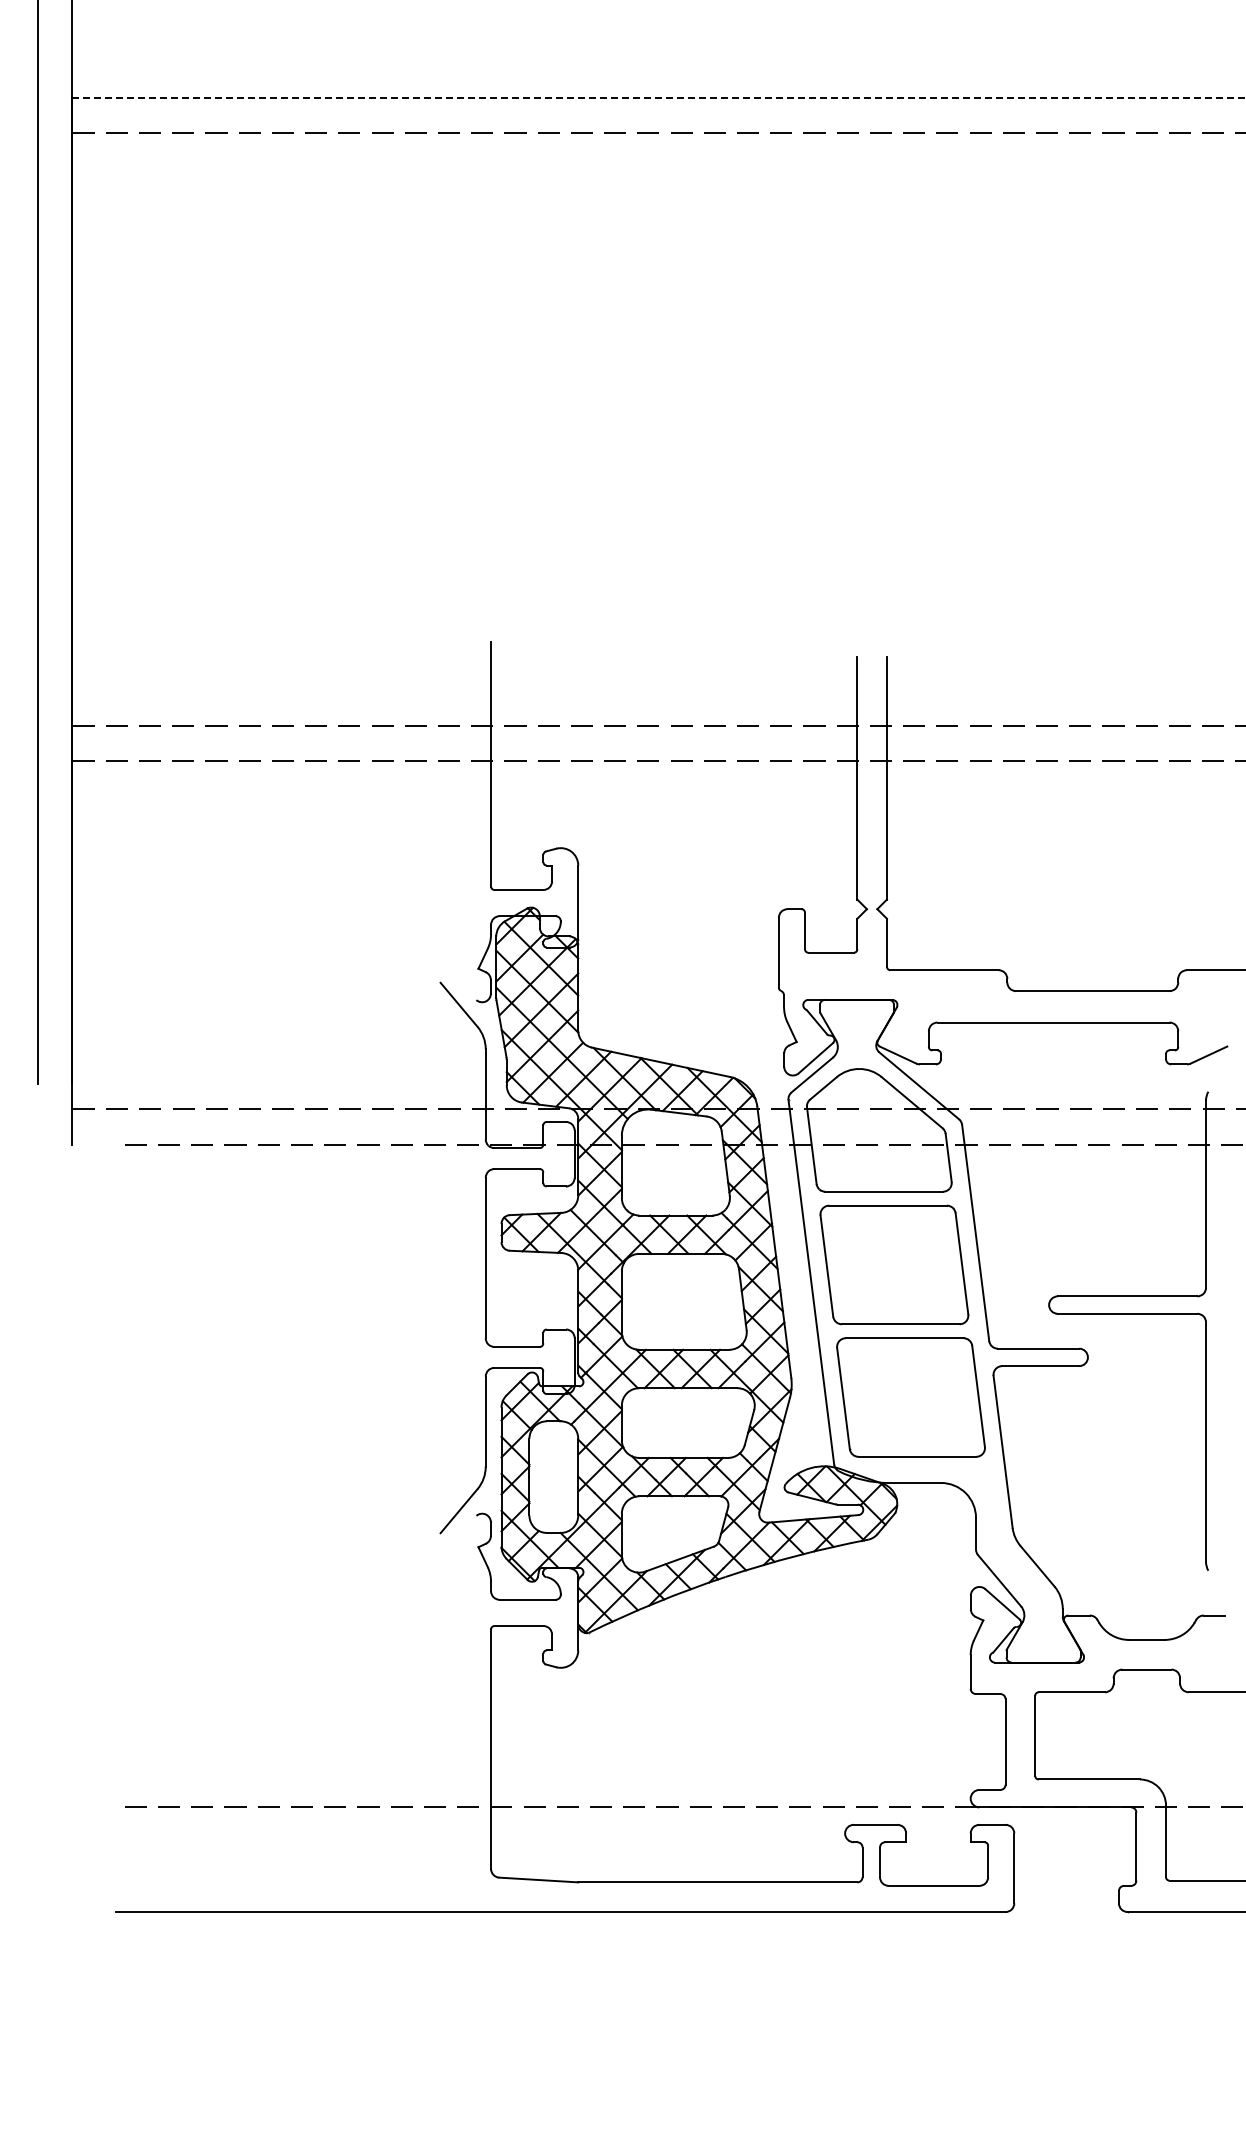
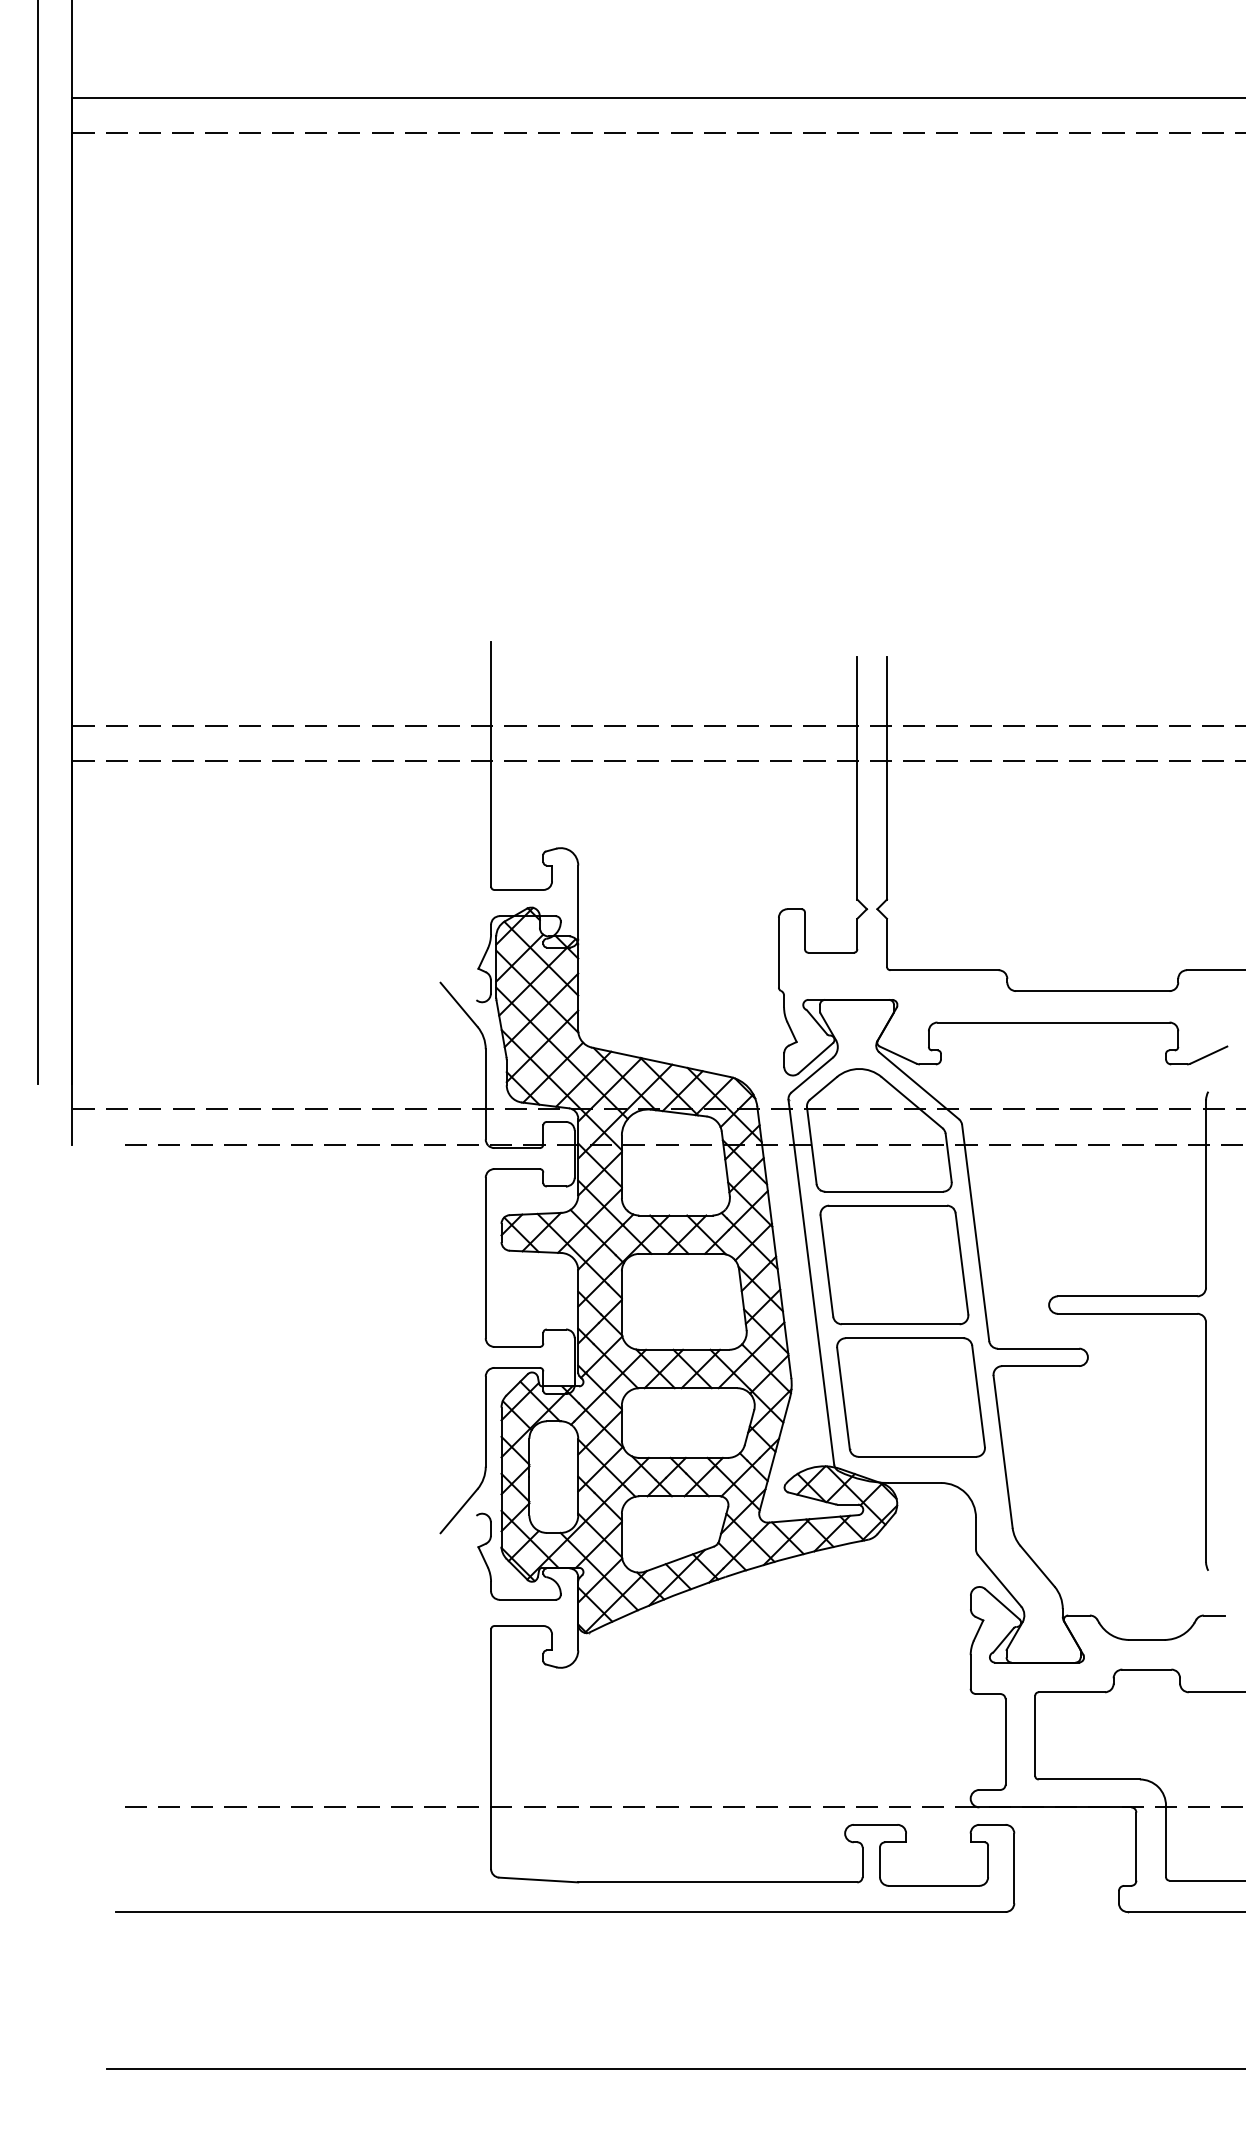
line at (659, 98): dashed -> solid
line at (674, 2069): none -> present
